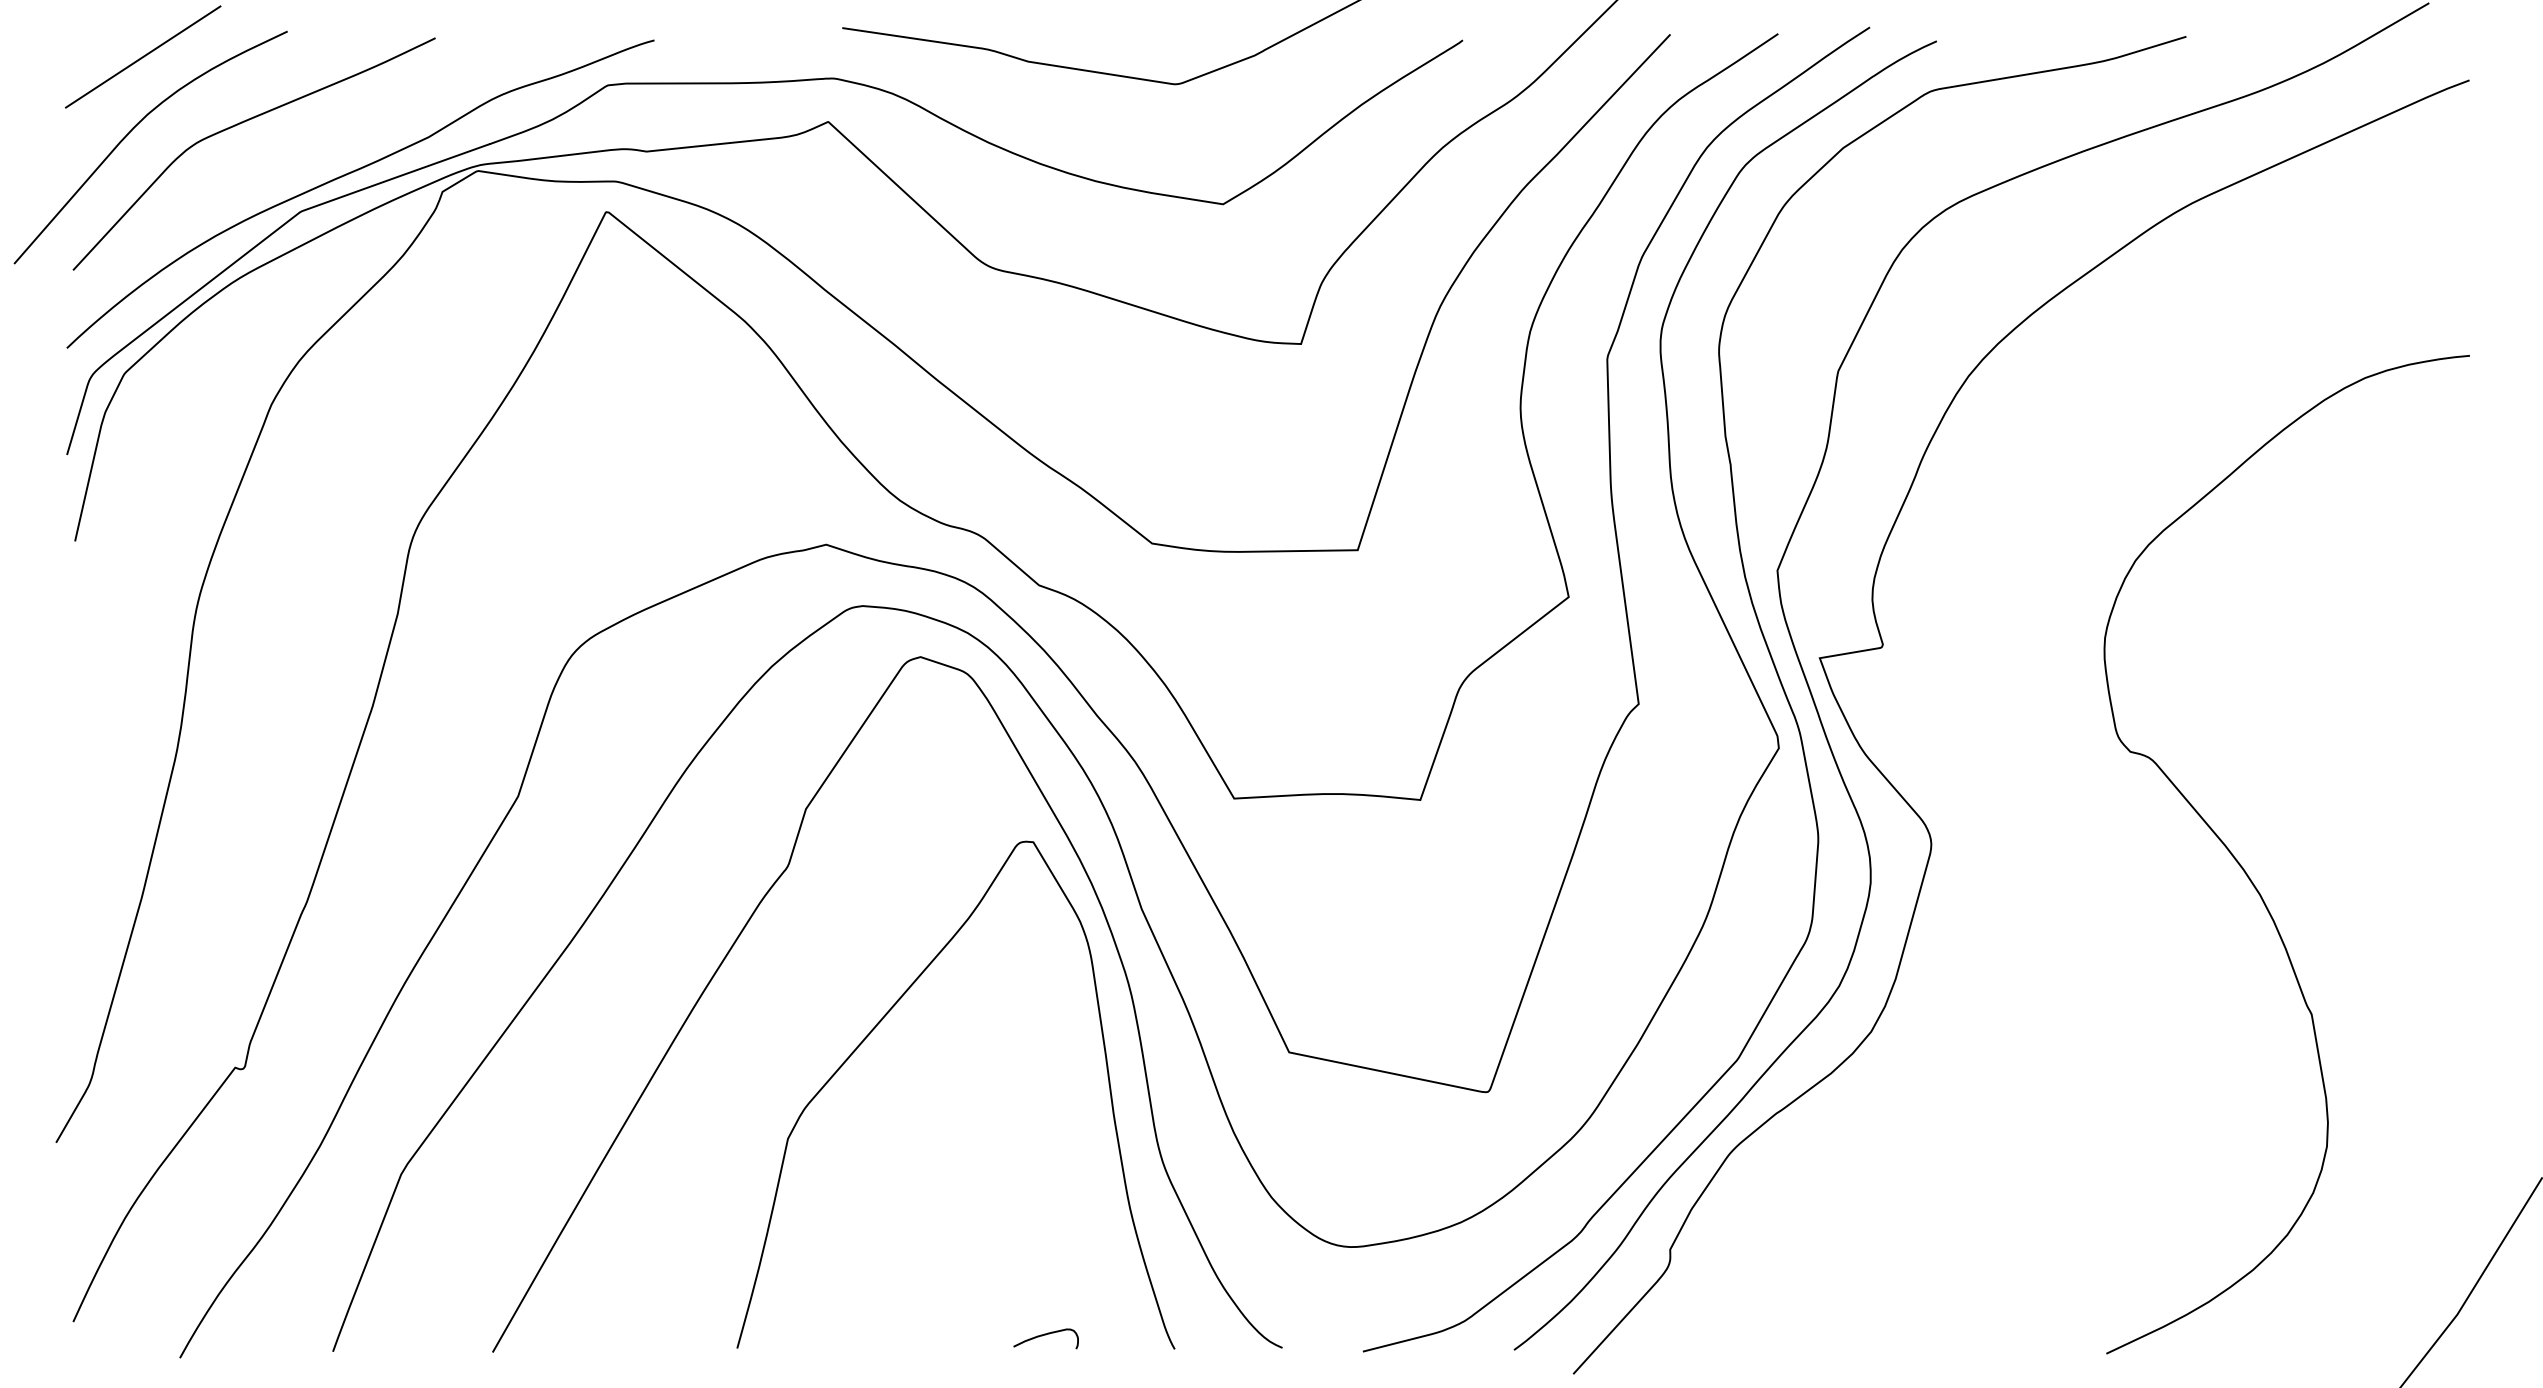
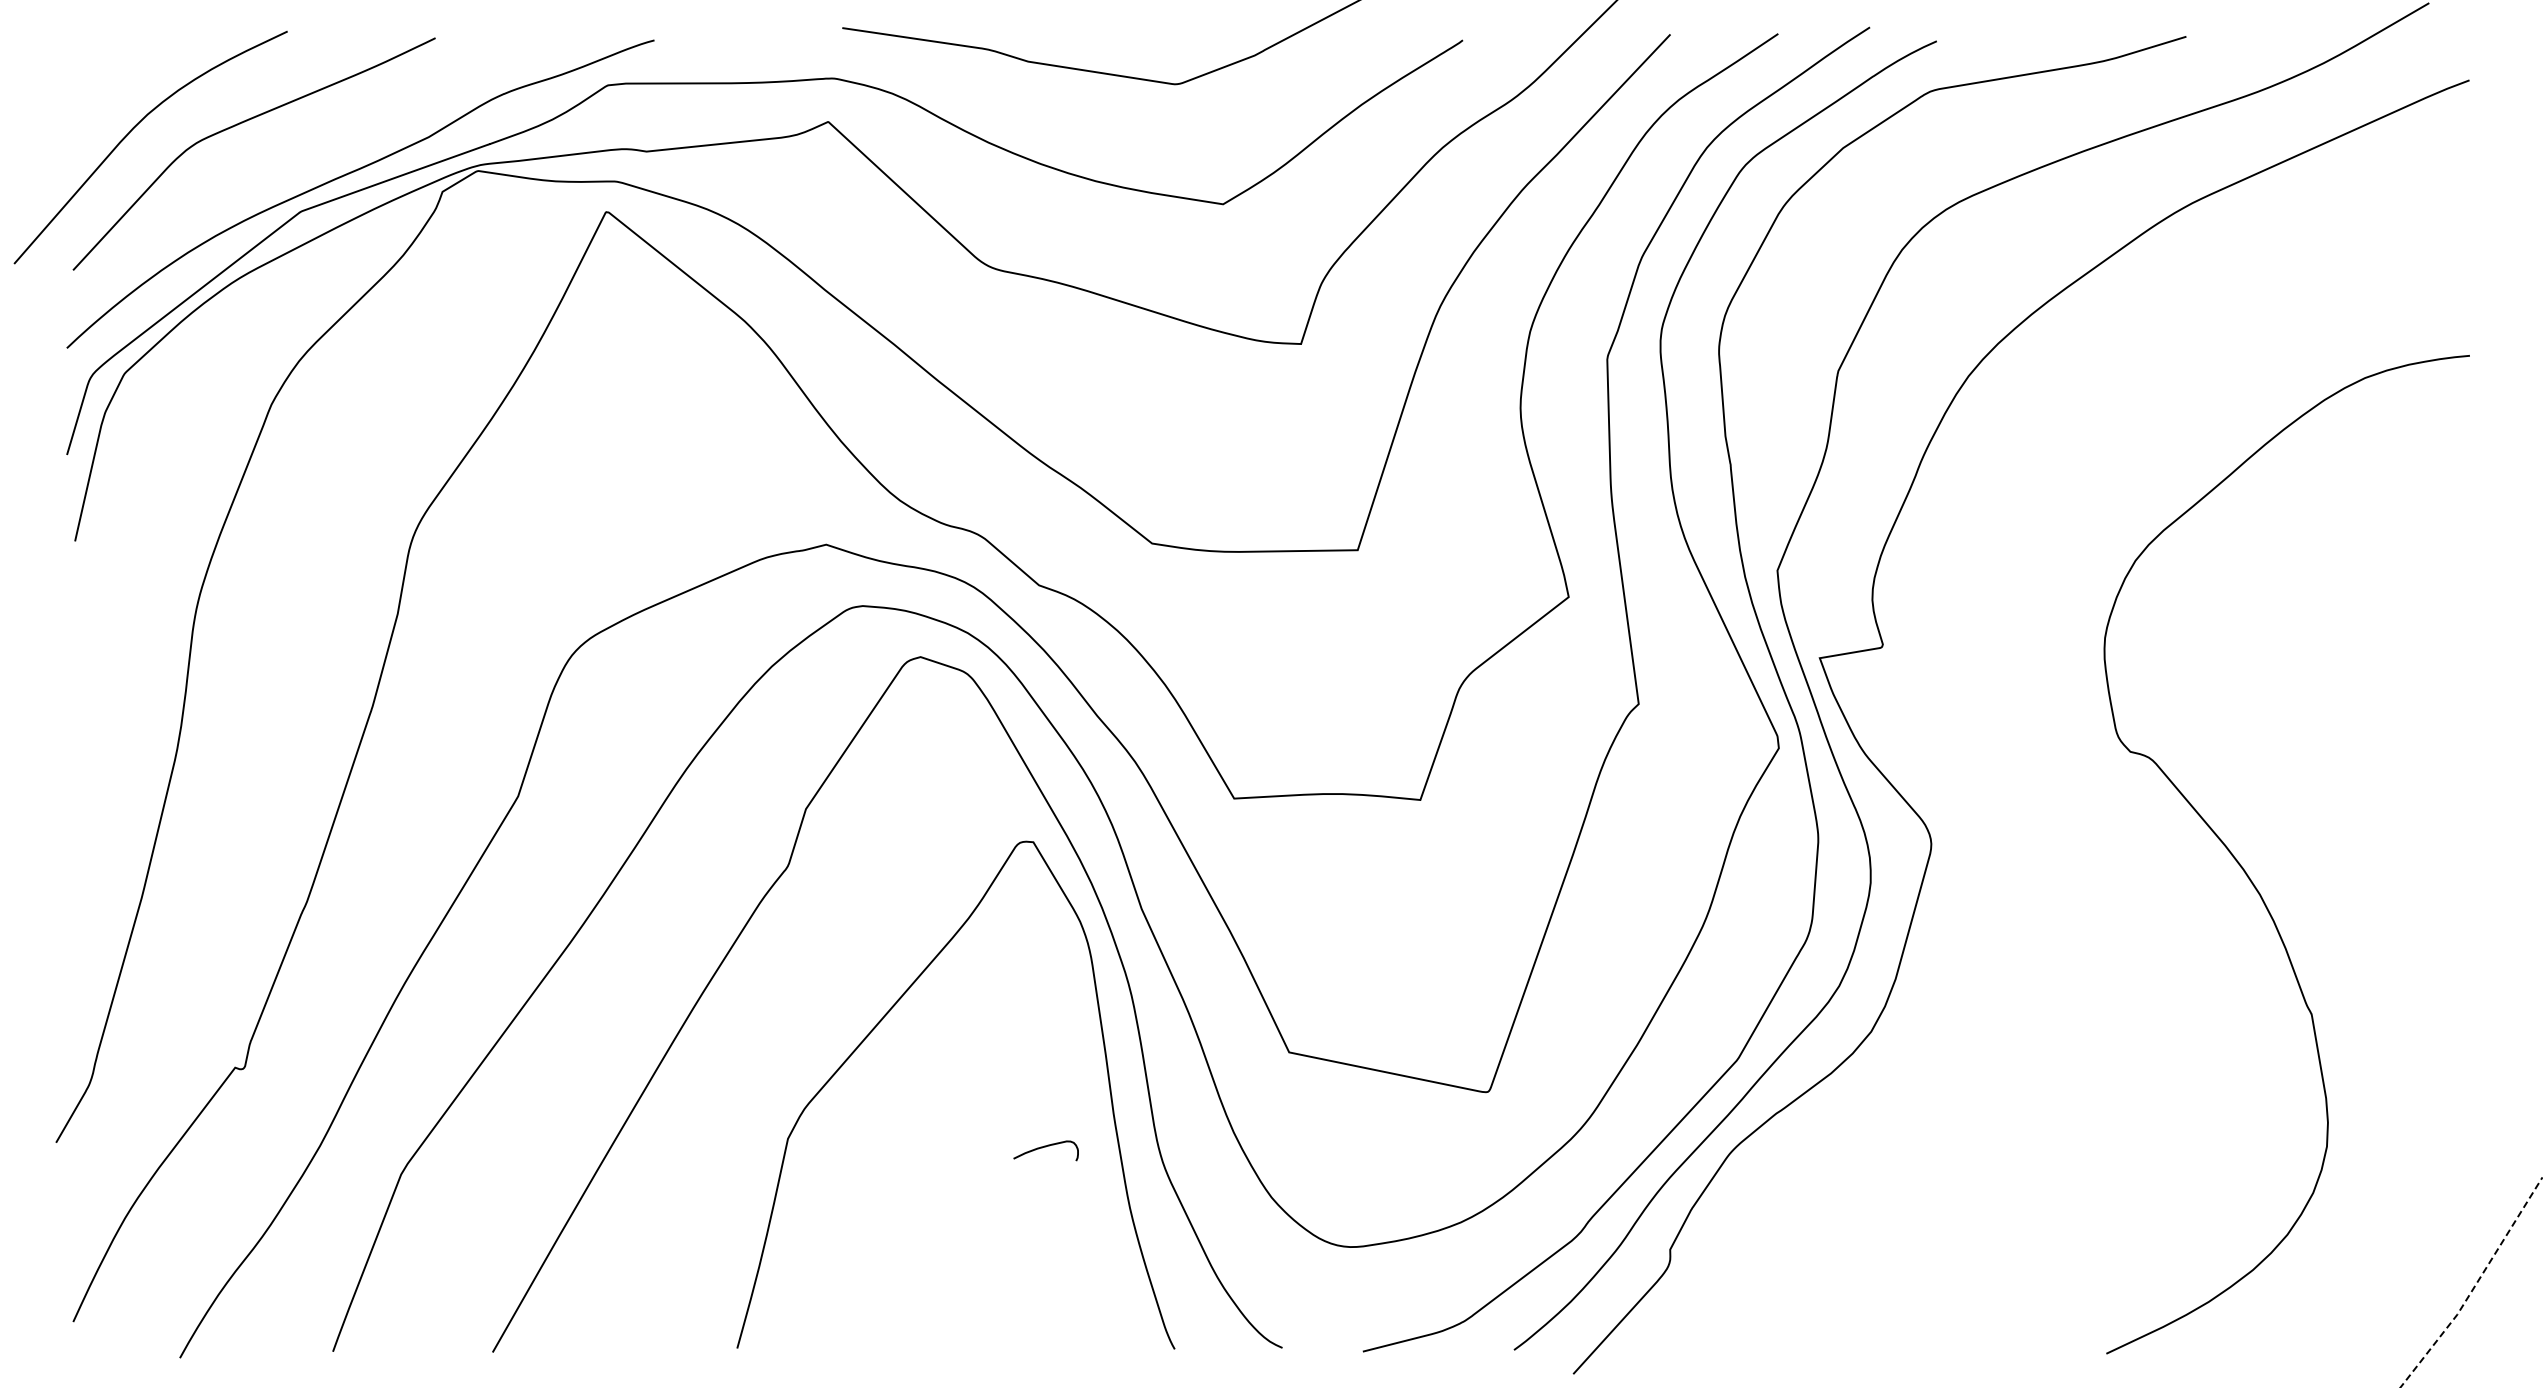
line at (143, 56): present -> none
line at (2475, 1285): solid -> dashed
curve at (1045, 1335) position: (1045, 1335) -> (1045, 1147)
